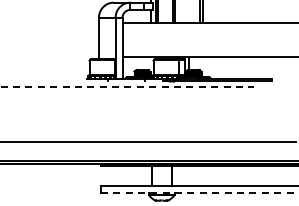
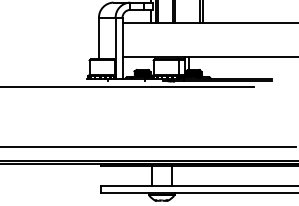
line at (127, 87): dashed -> solid
line at (148, 142) position: (148, 142) -> (148, 147)
line at (199, 192): dashed -> solid
